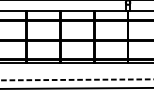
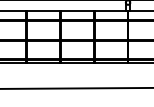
line at (76, 79): present -> none
